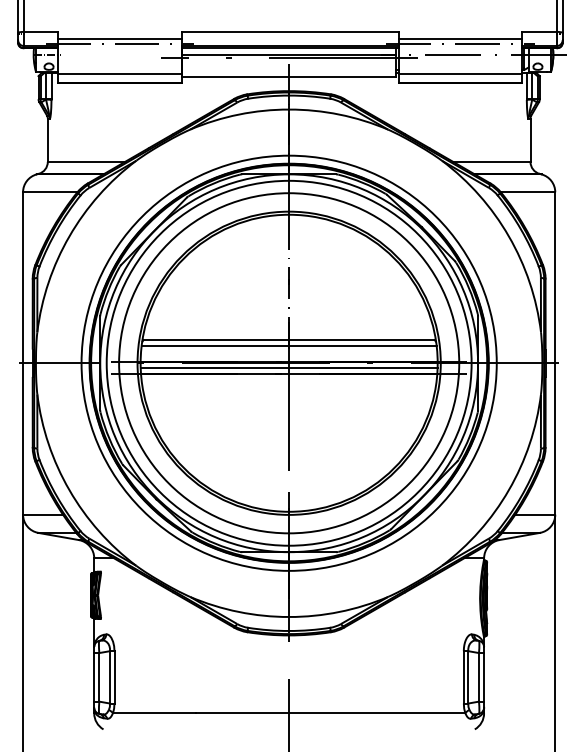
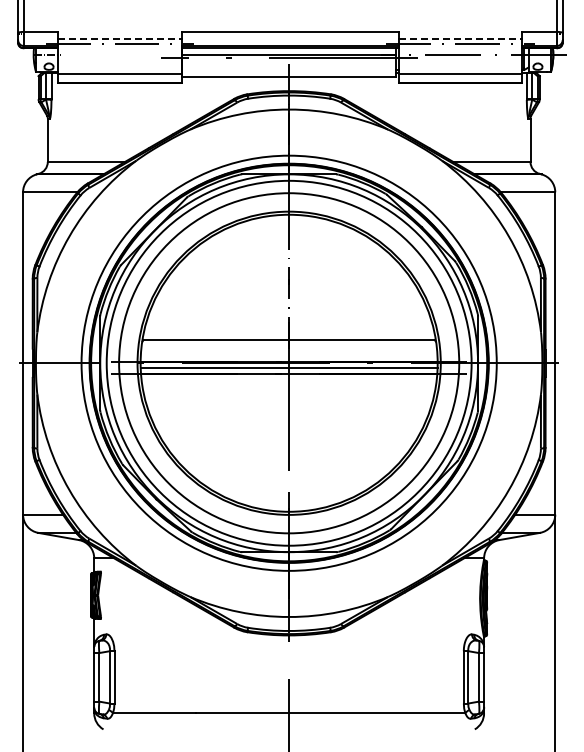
line at (120, 38): solid -> dashed
line at (460, 38): solid -> dashed
line at (288, 345): present -> none
